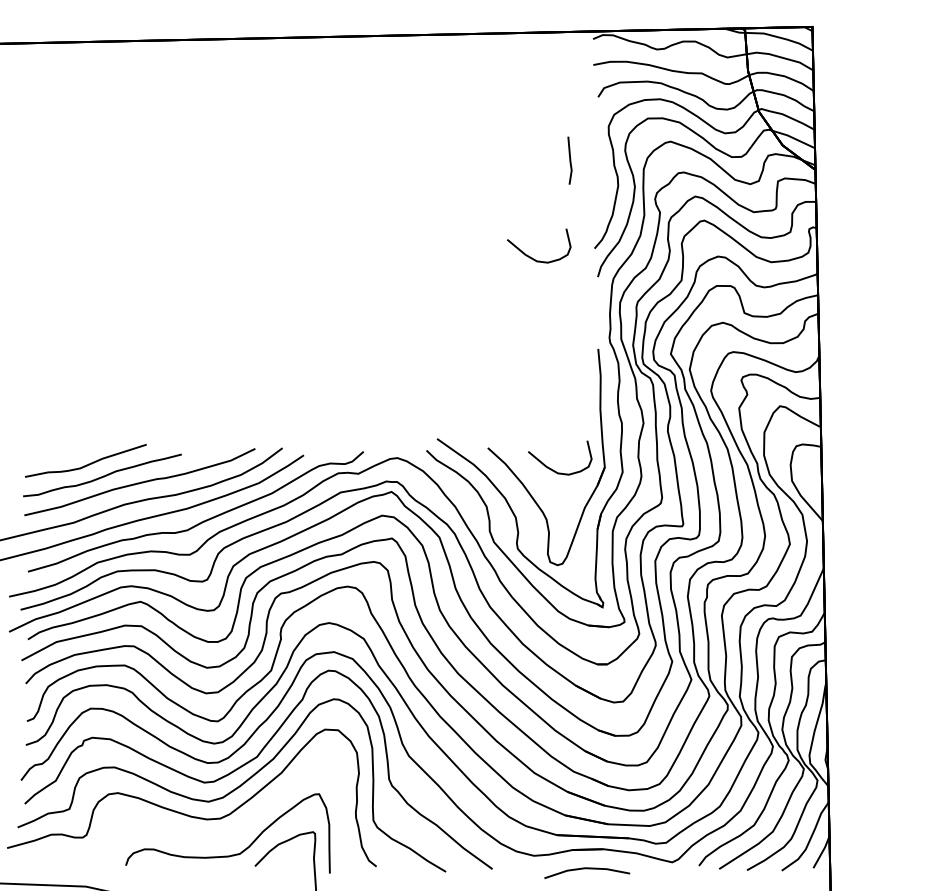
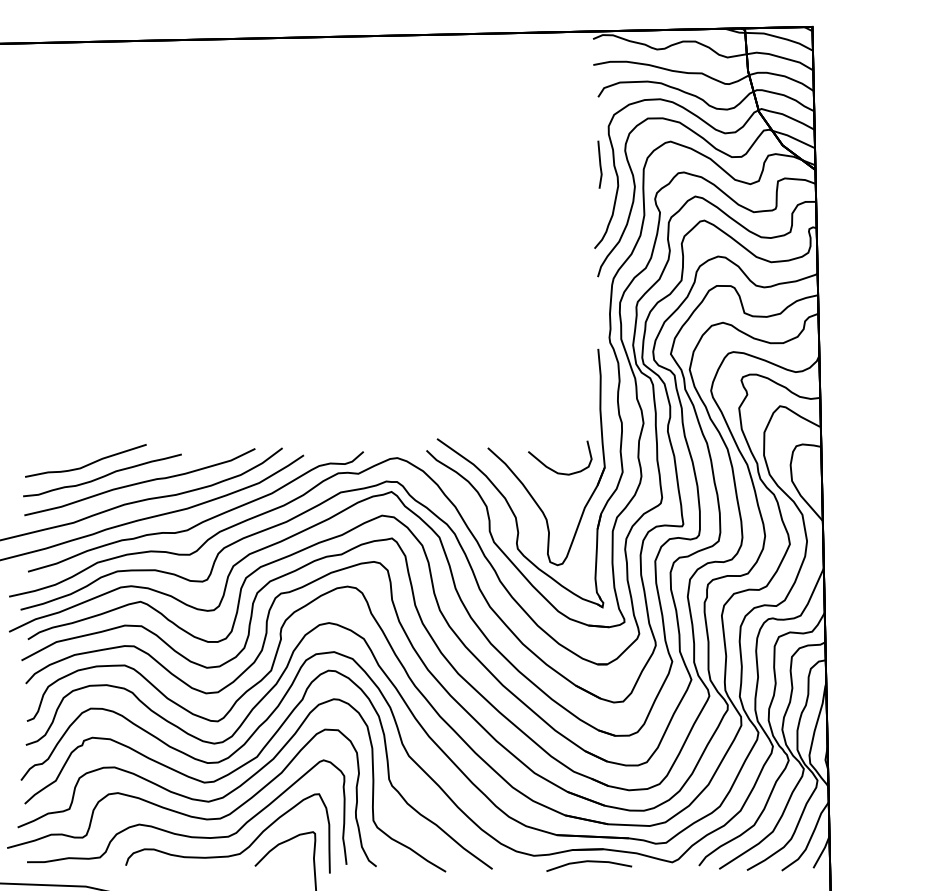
line at (569, 160) position: (569, 160) -> (599, 164)
curve at (532, 257): present -> none
curve at (184, 834): none -> present
line at (587, 869) position: (587, 869) -> (589, 862)
